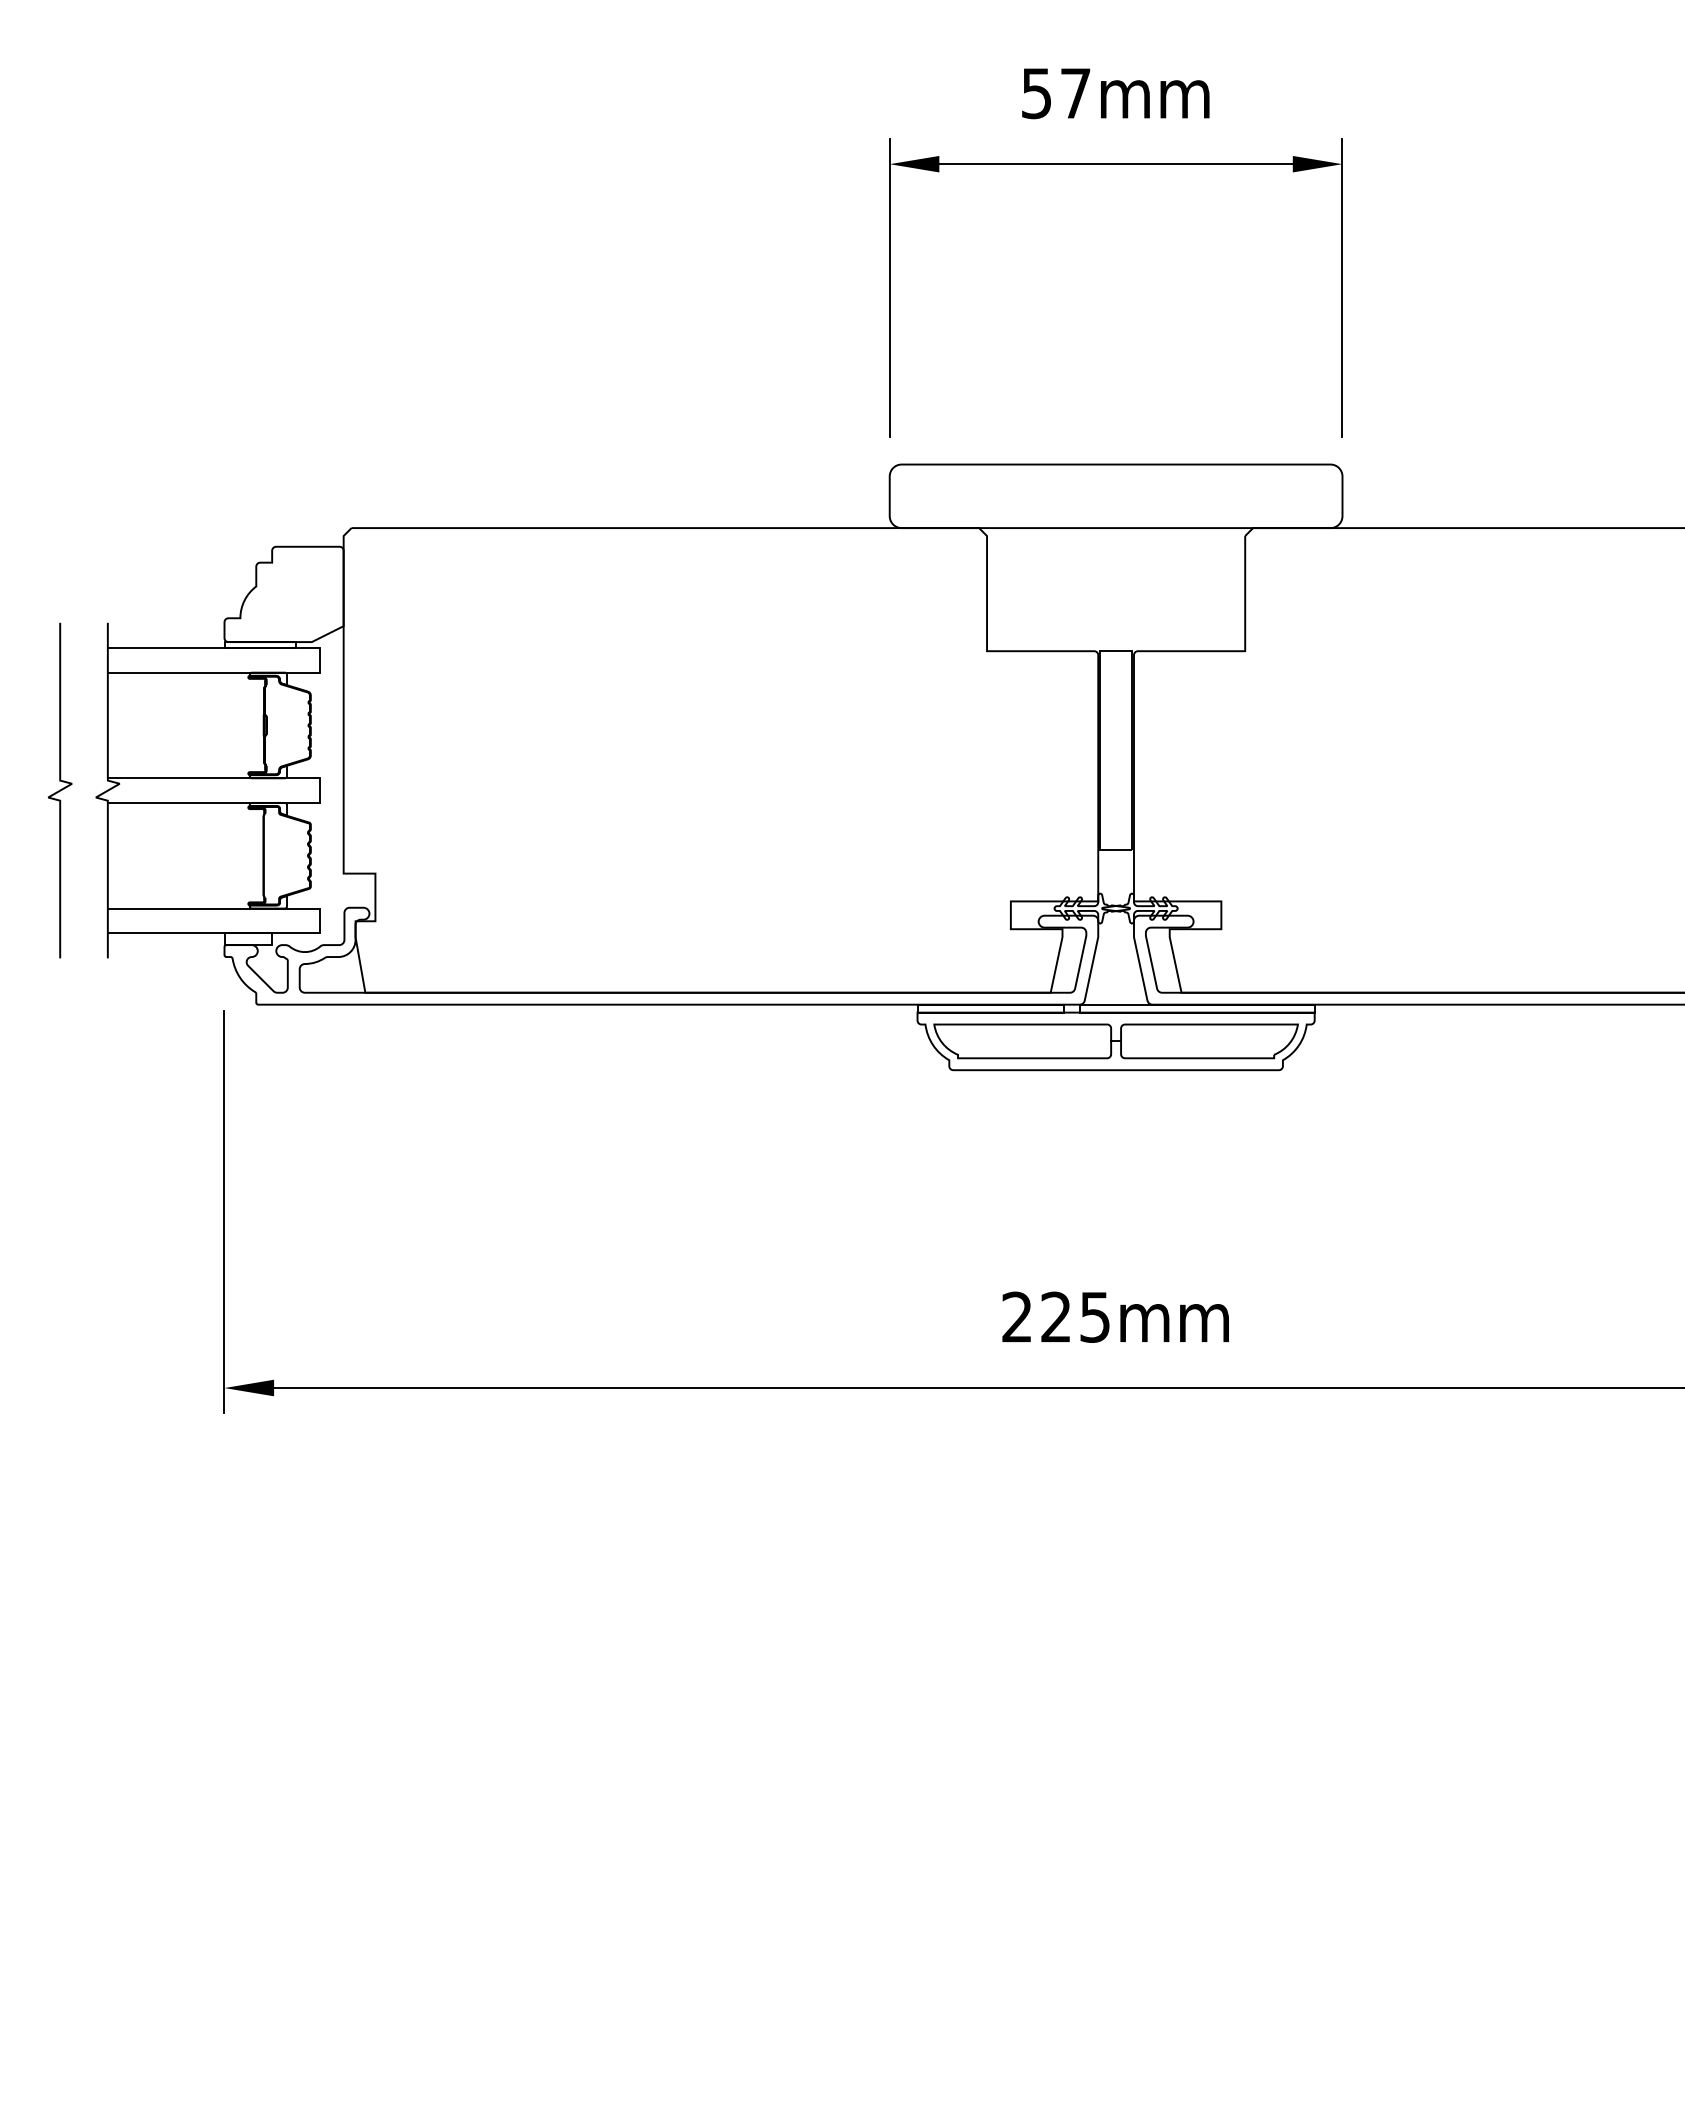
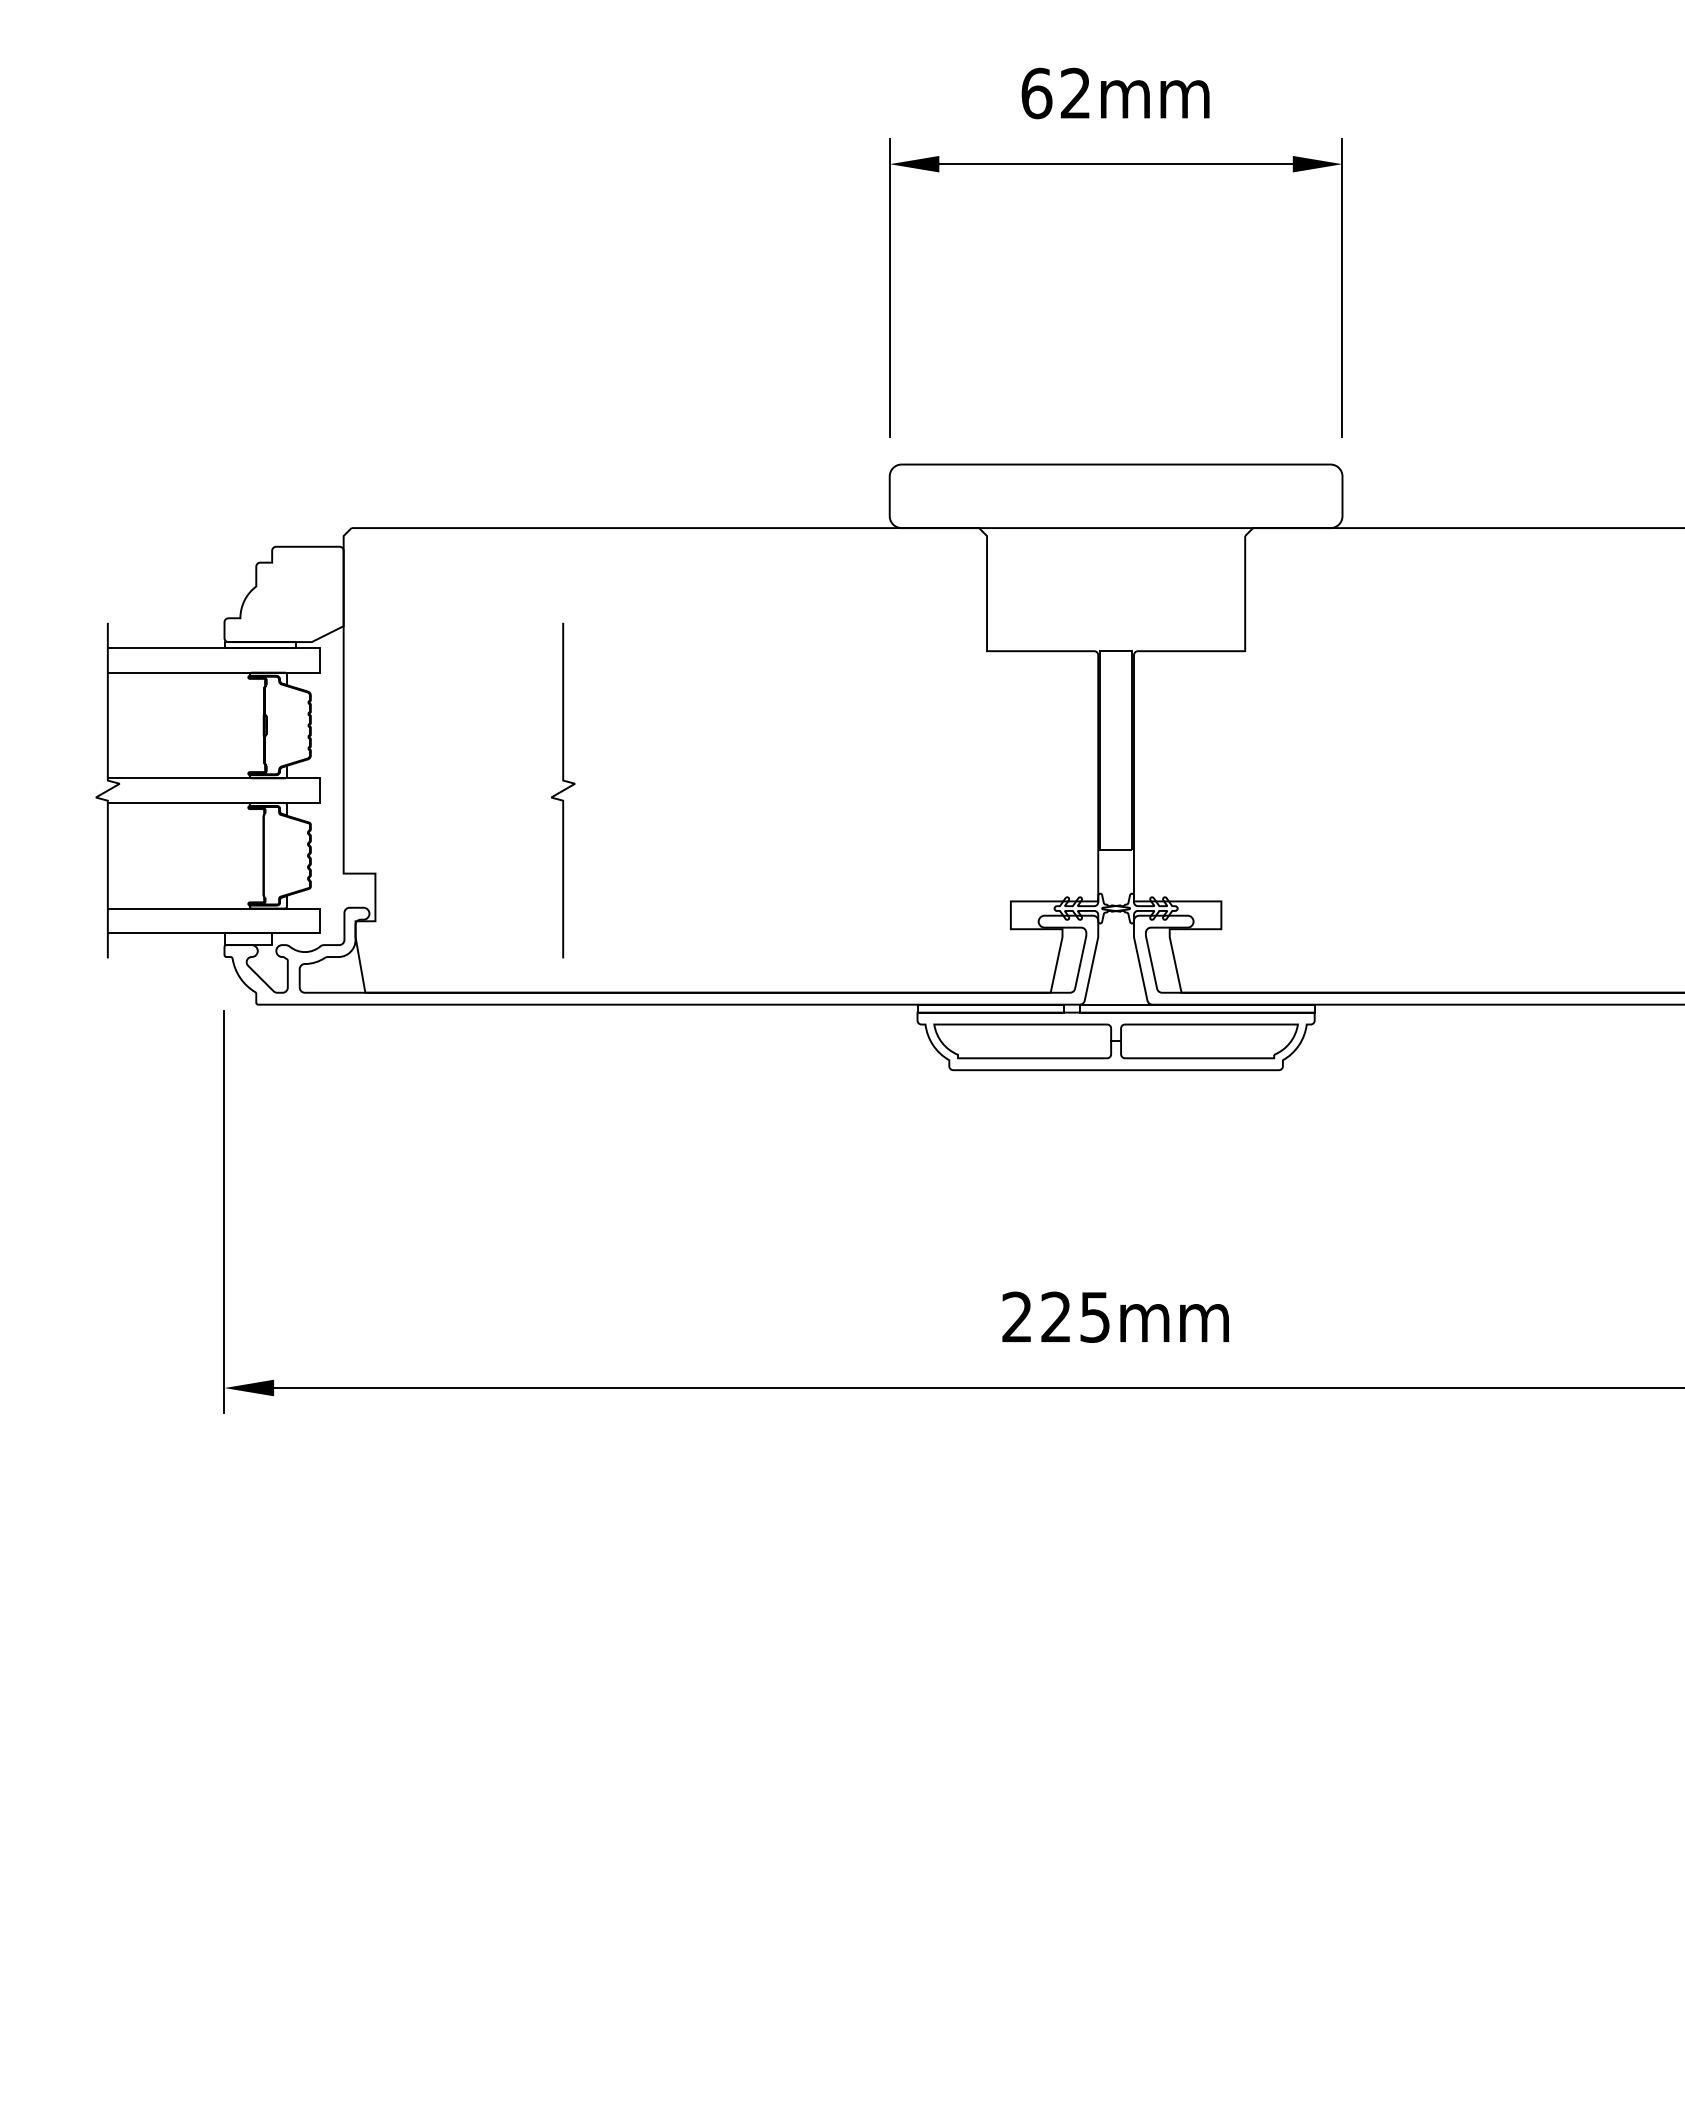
text at (1055, 93): 57mm -> 62mm
curve at (60, 790) position: (60, 790) -> (563, 790)
